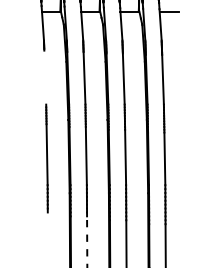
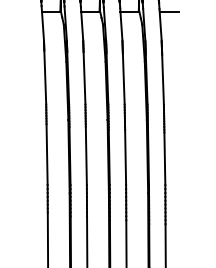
line at (45, 77): none -> present
line at (47, 238): none -> present
line at (87, 241): dashed -> solid
